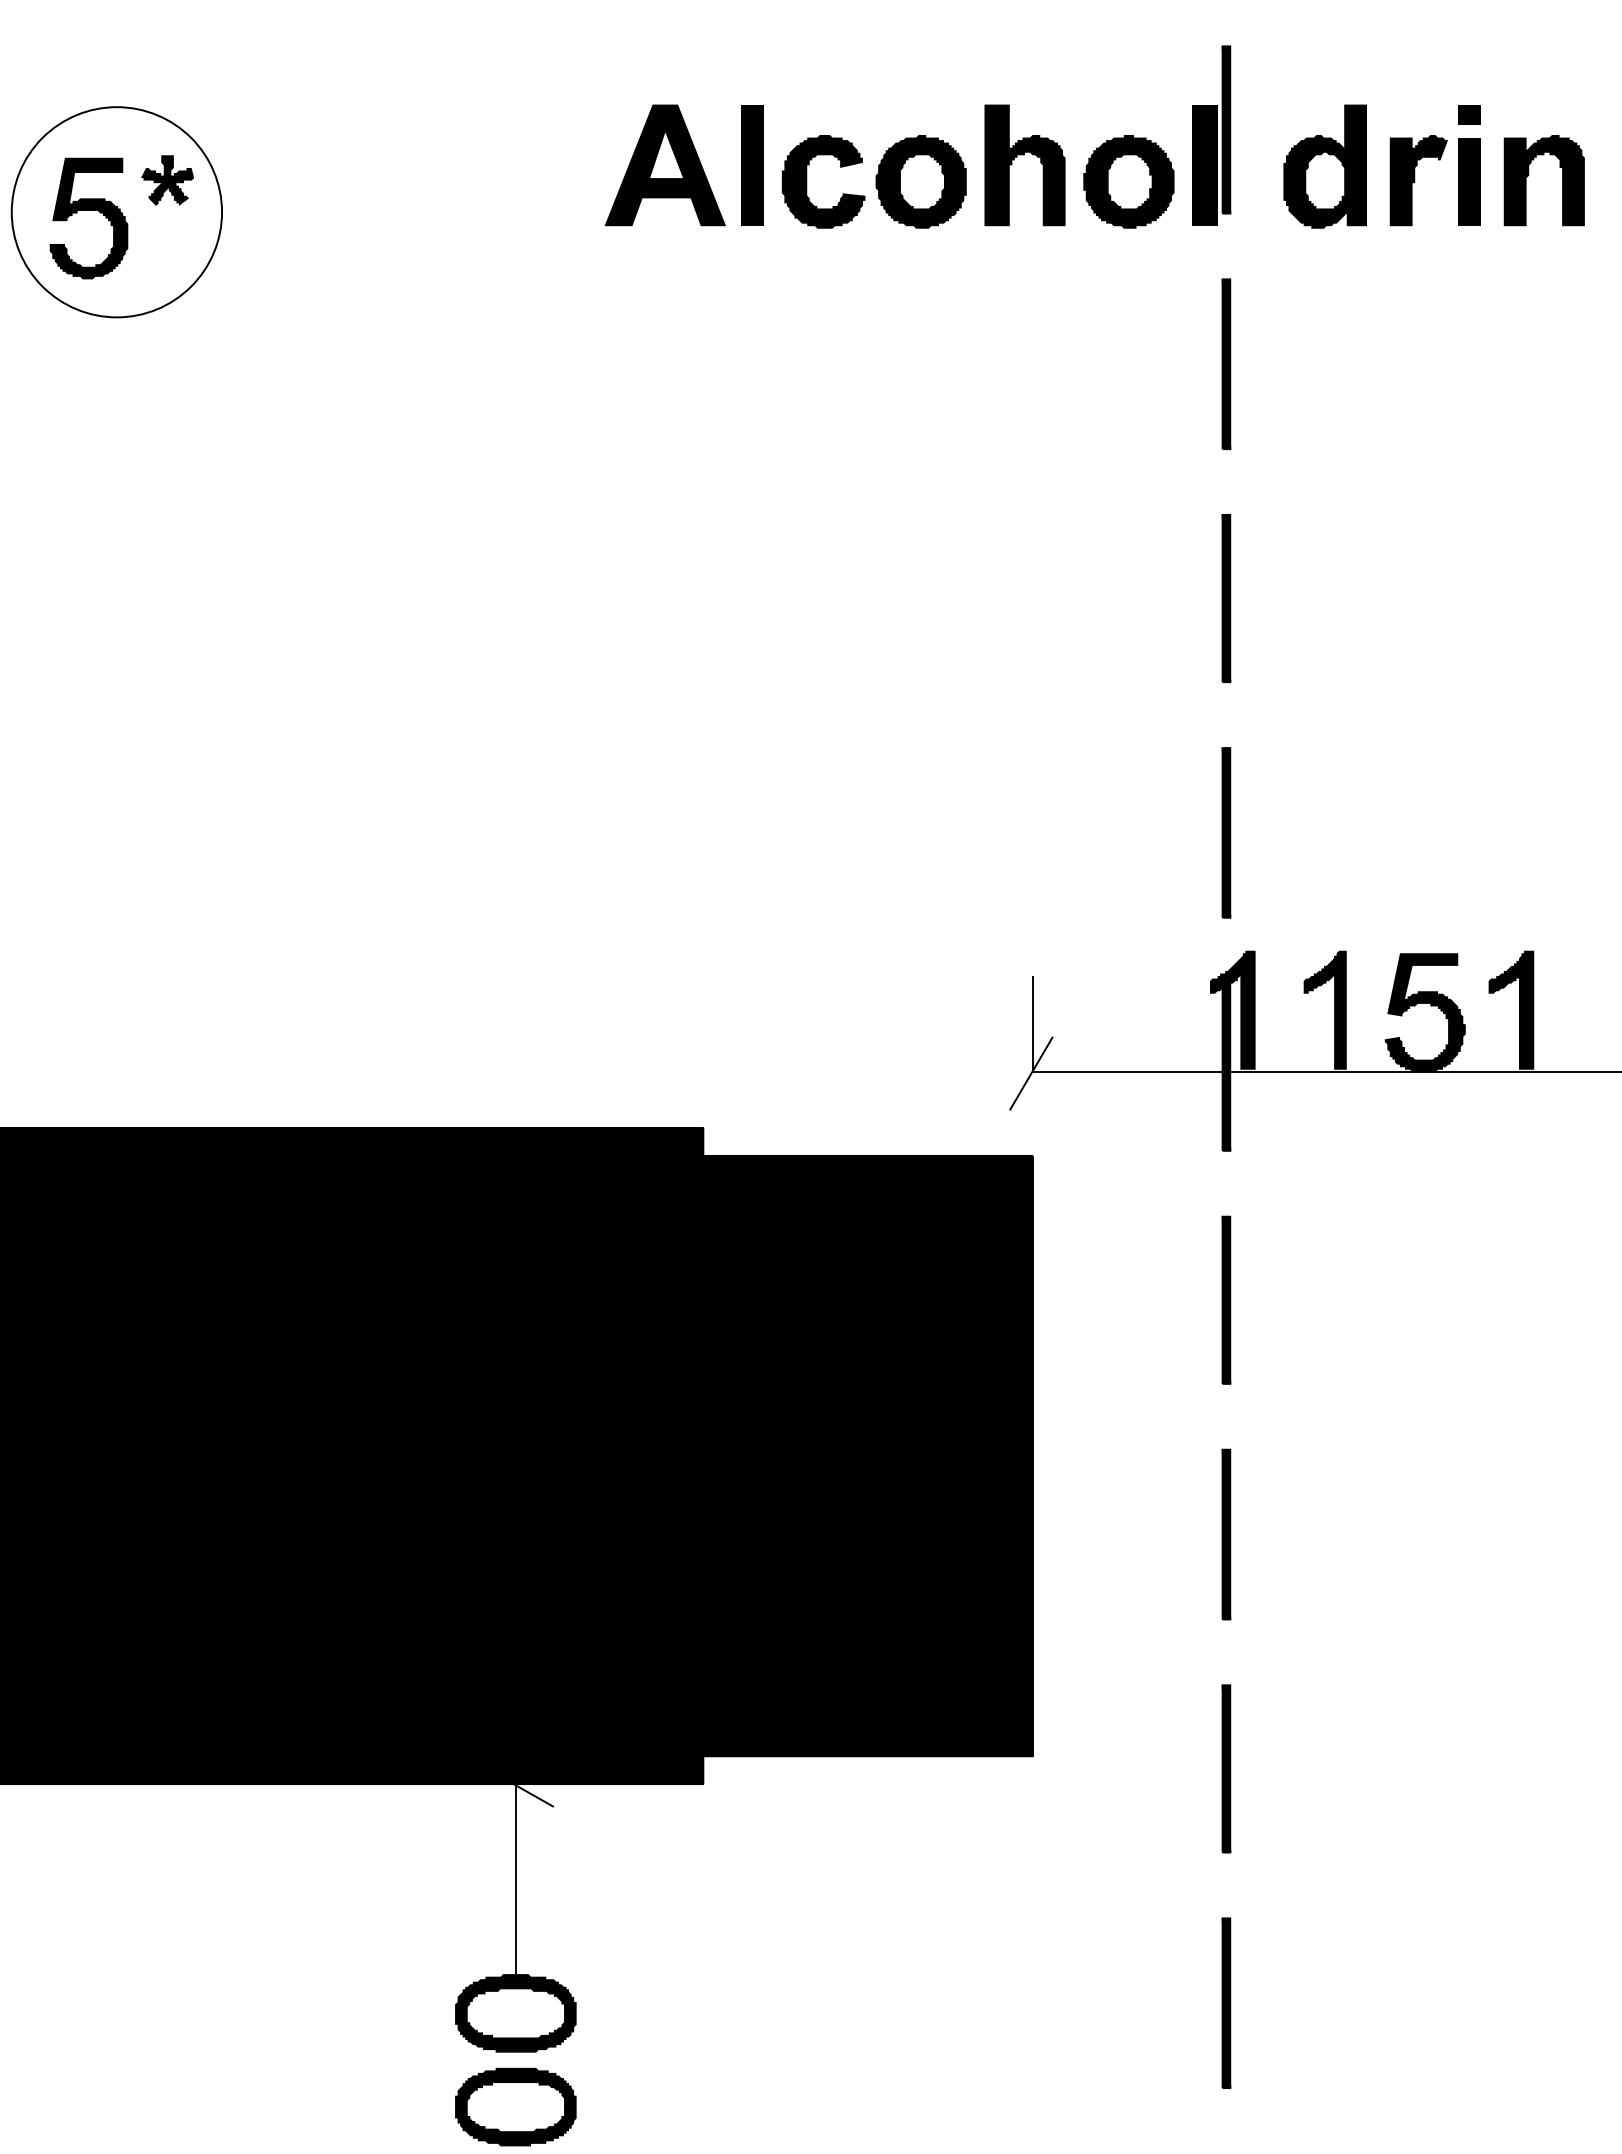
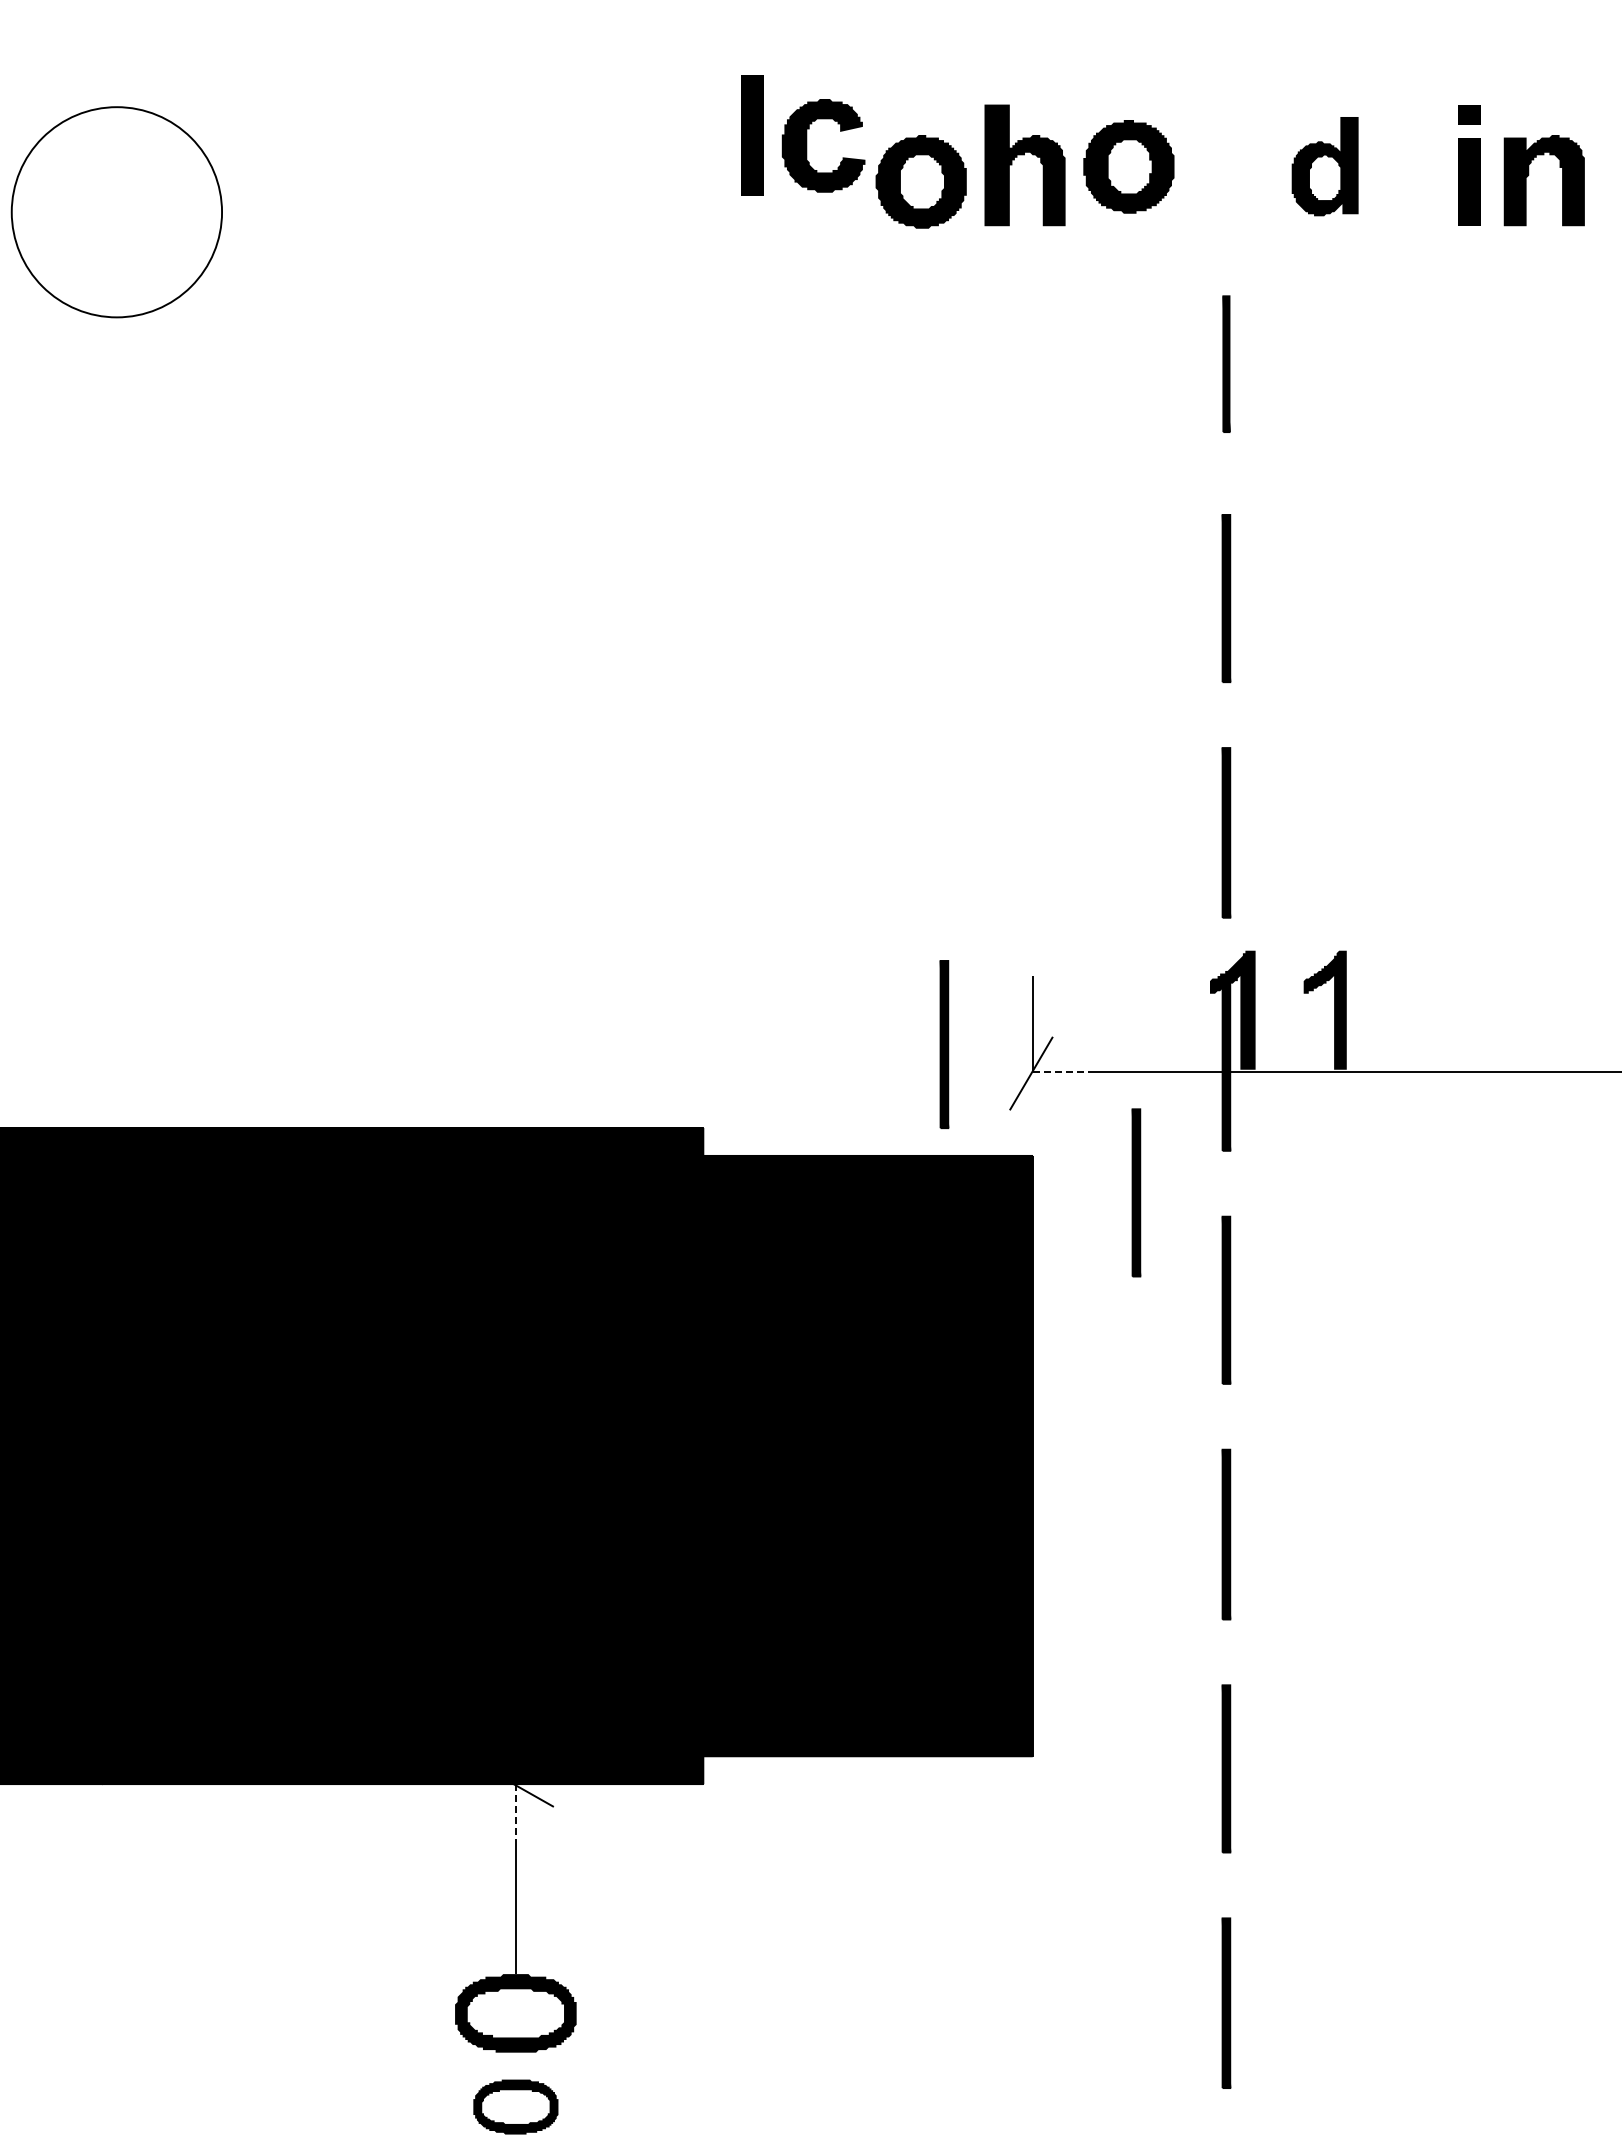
part at (1211, 135): present -> none
part at (664, 165): present -> none
part at (752, 165) position: (752, 165) -> (752, 135)
part at (1324, 166) size: 84x125 px -> 68x100 px
part at (167, 180): present -> none
fill at (1418, 180): present -> none
part at (807, 181) position: (807, 181) -> (807, 145)
part at (1128, 181) position: (1128, 181) -> (1128, 166)
fill at (88, 218): present -> none
part at (1226, 363) size: 11x172 px -> 9x138 px
fill at (1511, 1009): present -> none
fill at (1424, 1012): present -> none
part at (944, 1044): none -> present
line at (1060, 1072): solid -> dashed
part at (1136, 1192): none -> present
line at (515, 1813): solid -> dashed
part at (515, 2106) size: 122x80 px -> 86x56 px
